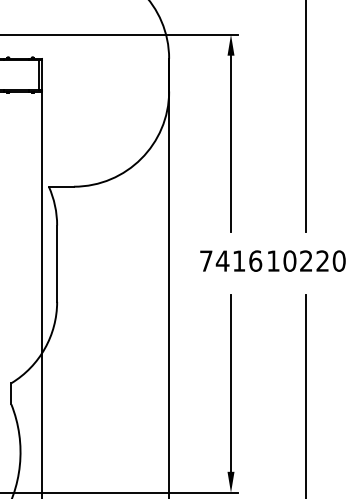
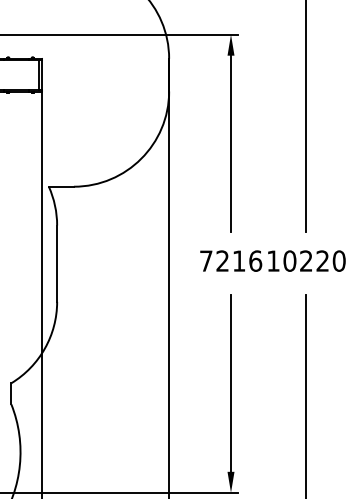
text at (222, 260): 7416 -> 7216
